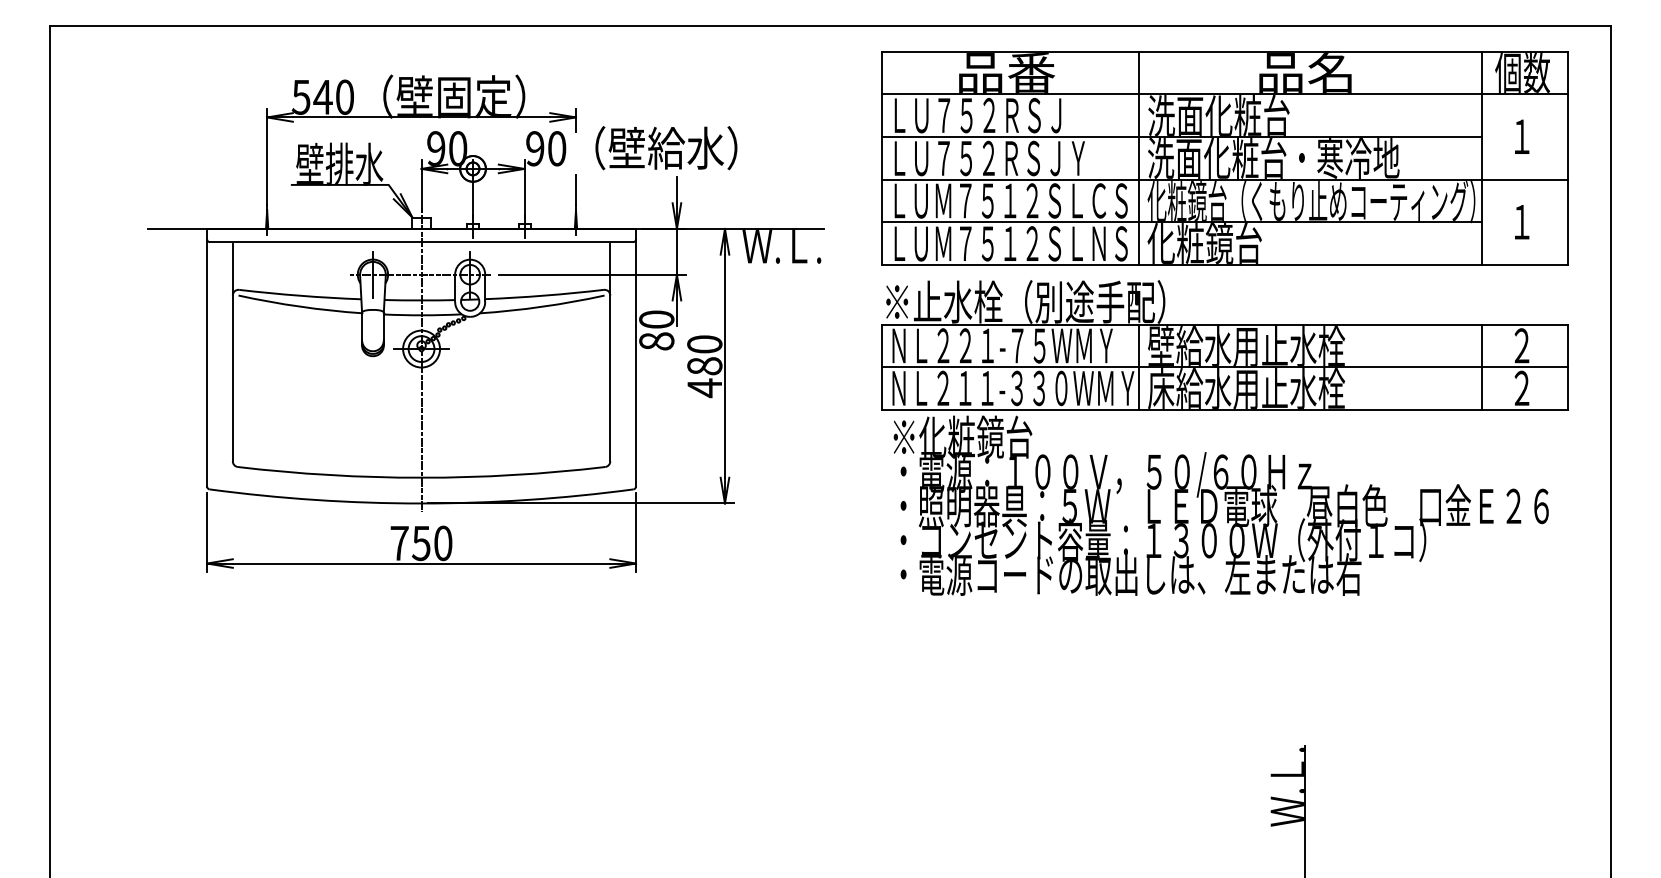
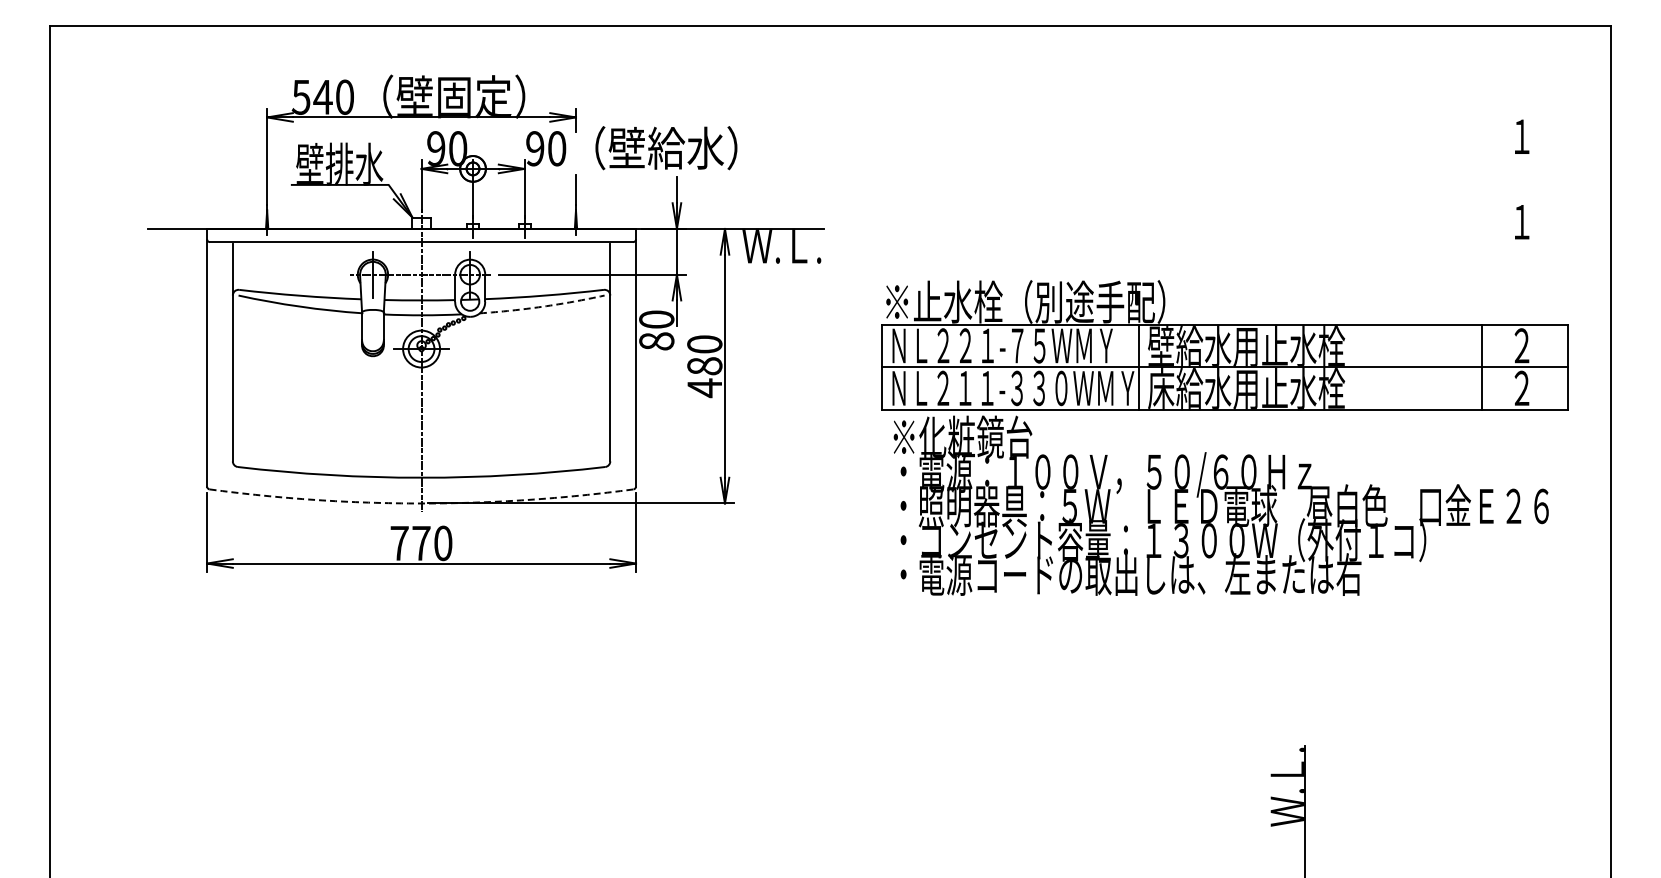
part at (1224, 158): present -> none
arc at (542, 306): solid -> dashed
arc at (421, 503): solid -> dashed
text at (420, 543): 750 -> 770
